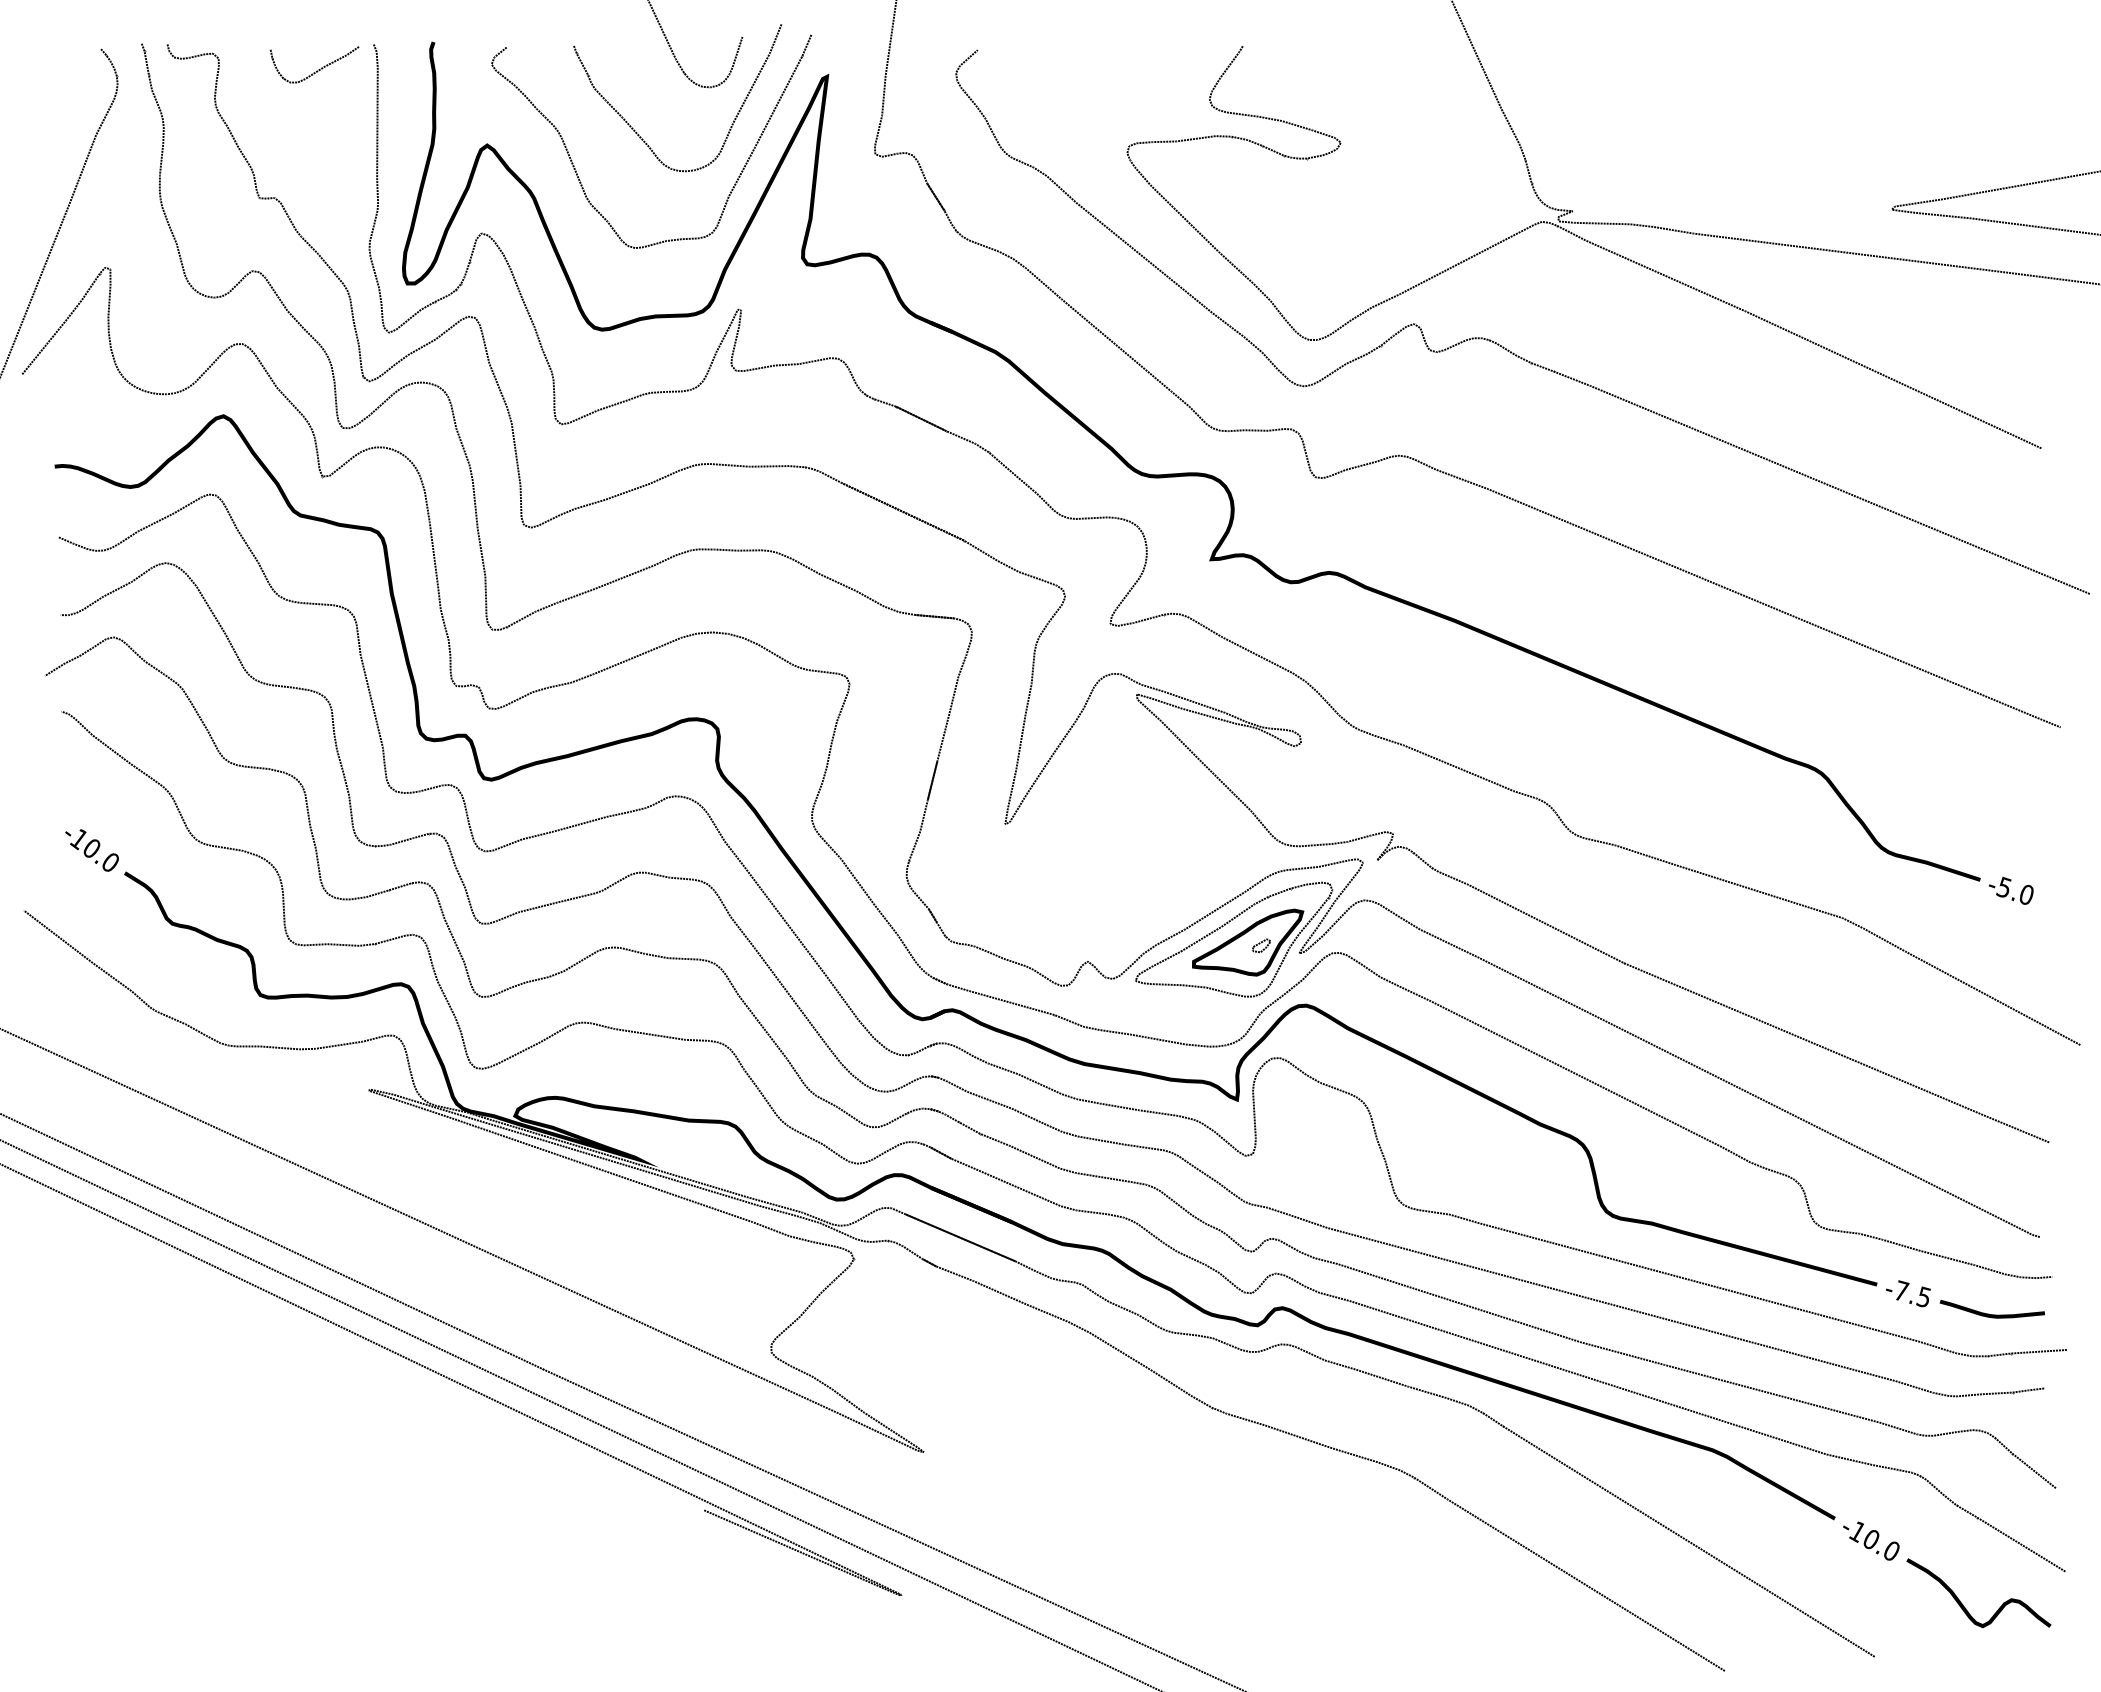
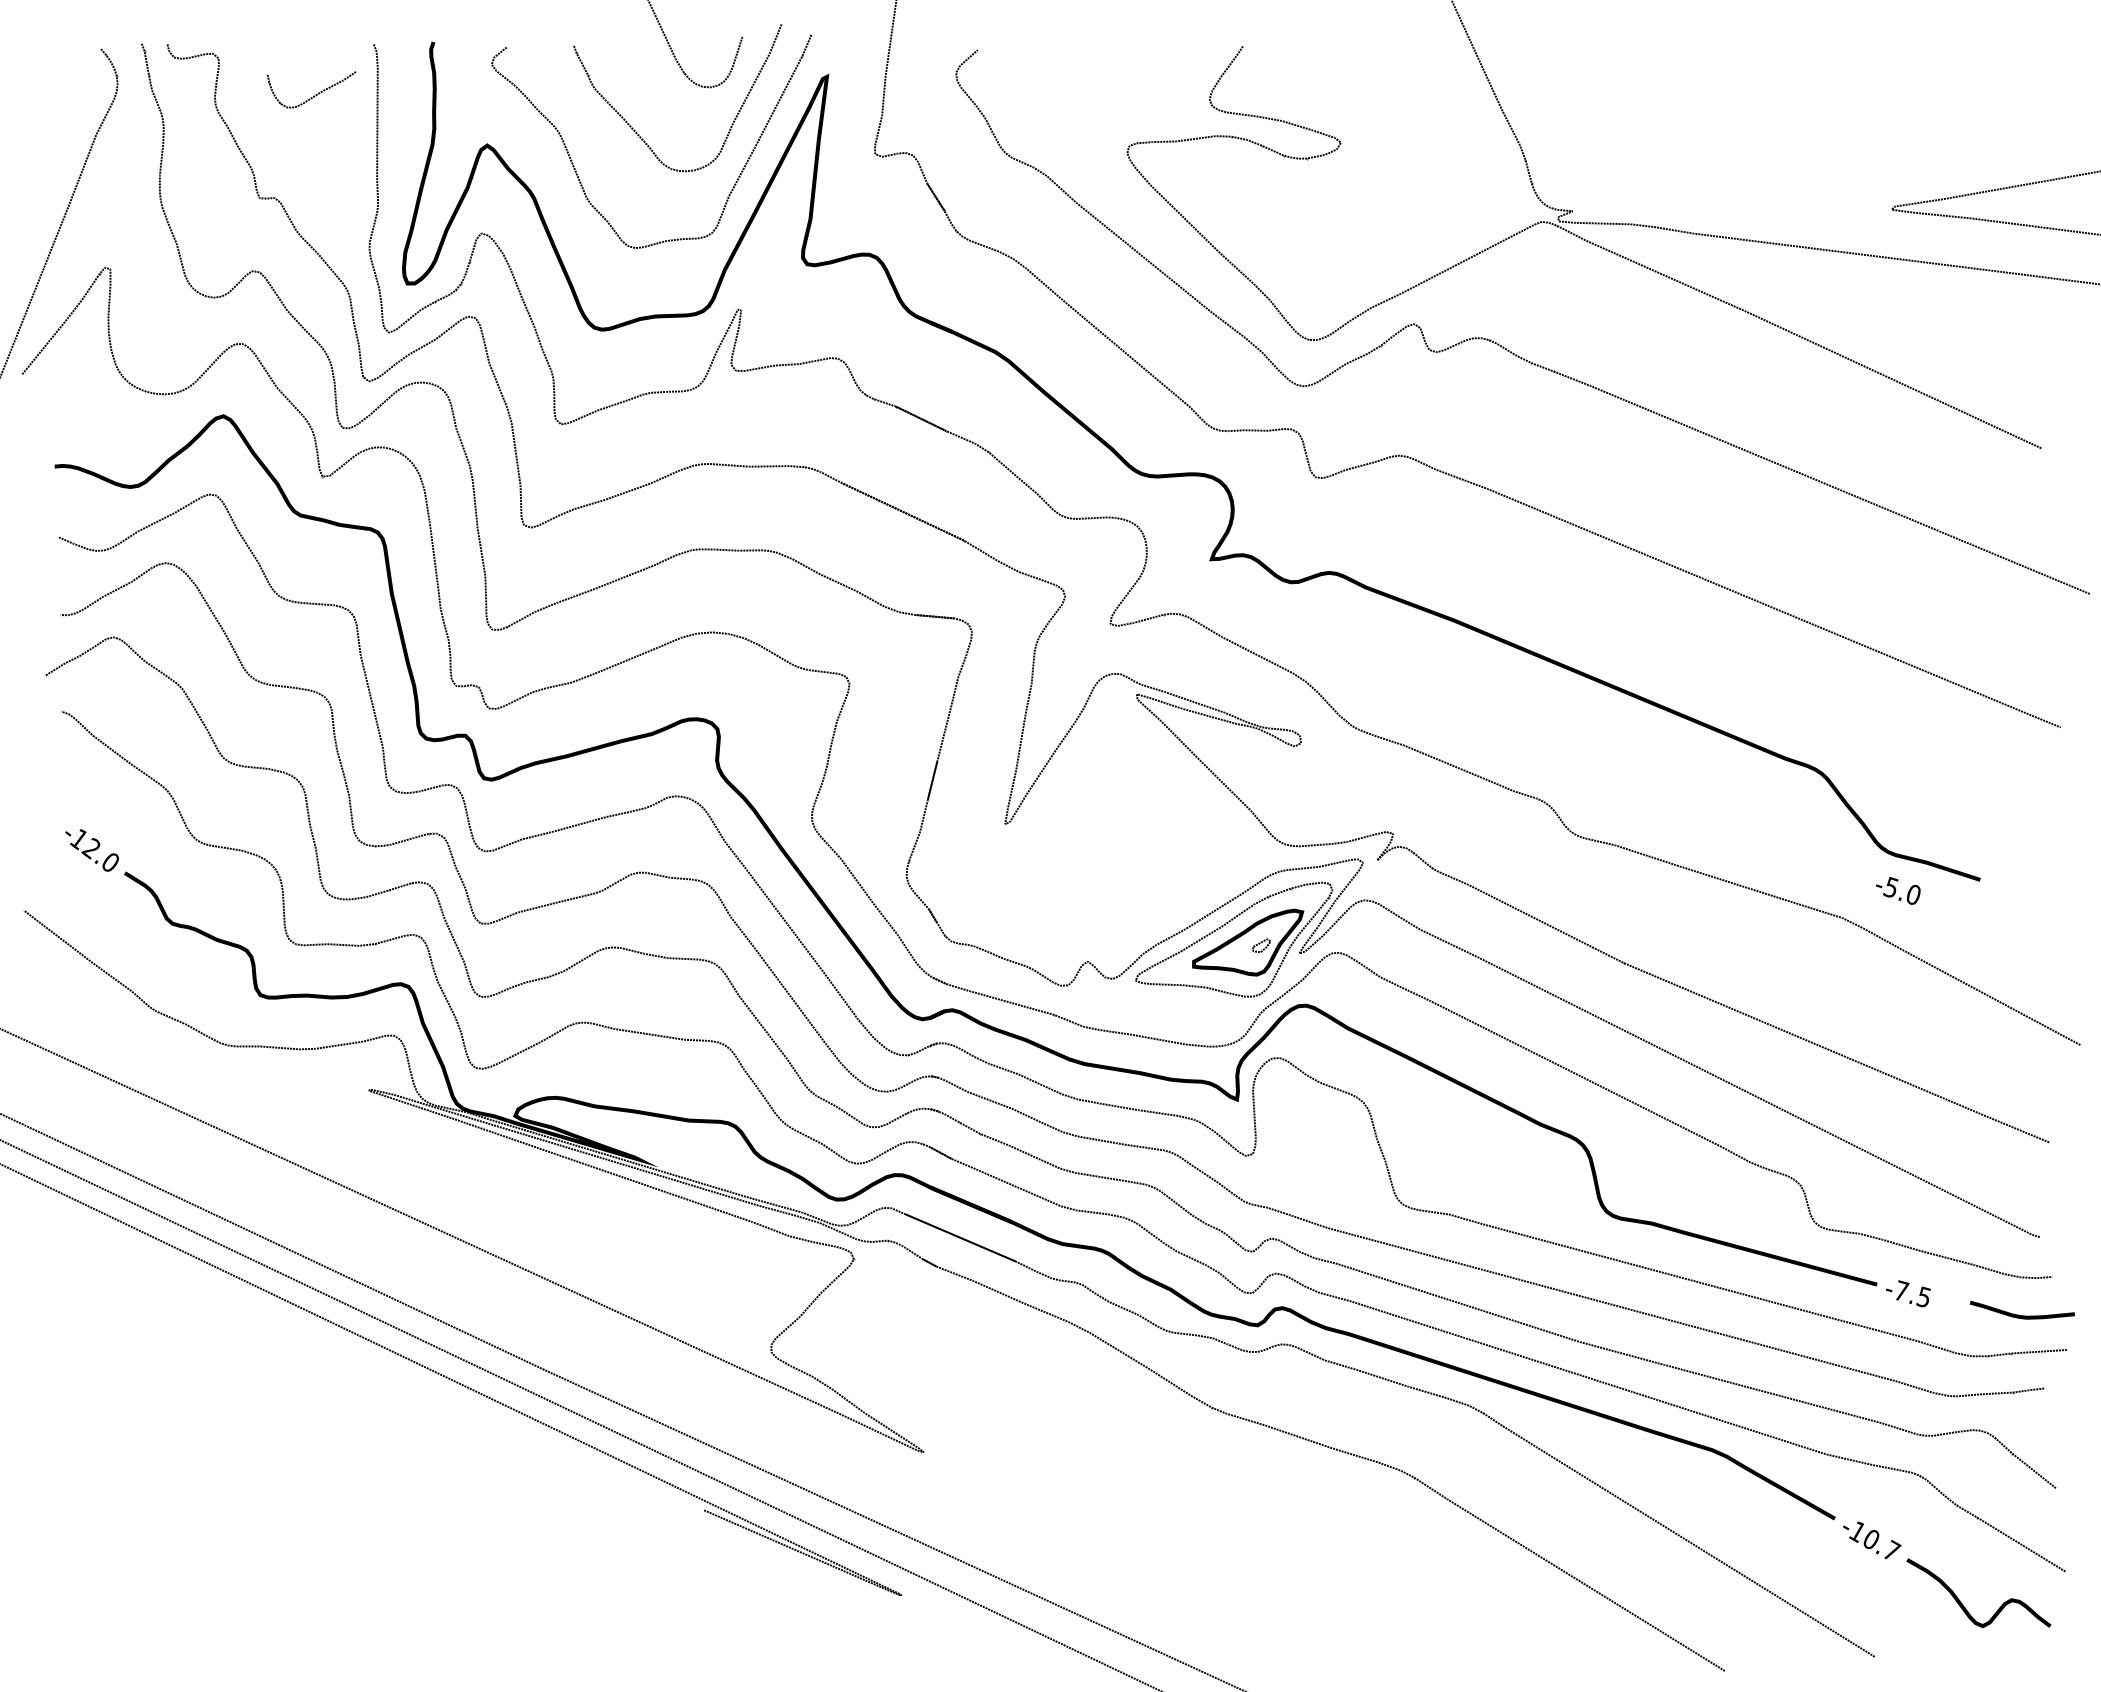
curve at (316, 70) position: (316, 70) -> (313, 95)
text at (90, 848): -10.0 -> -12.0
text at (2011, 890) position: (2011, 890) -> (1898, 890)
curve at (1988, 1313) position: (1988, 1313) -> (2018, 1314)
text at (1892, 1549): -10.0 -> -10.7
